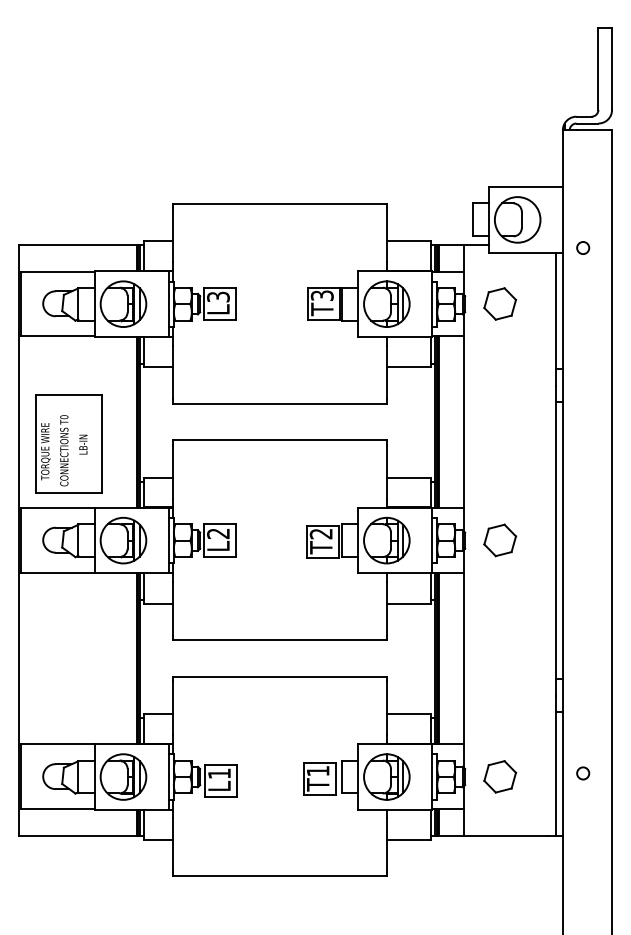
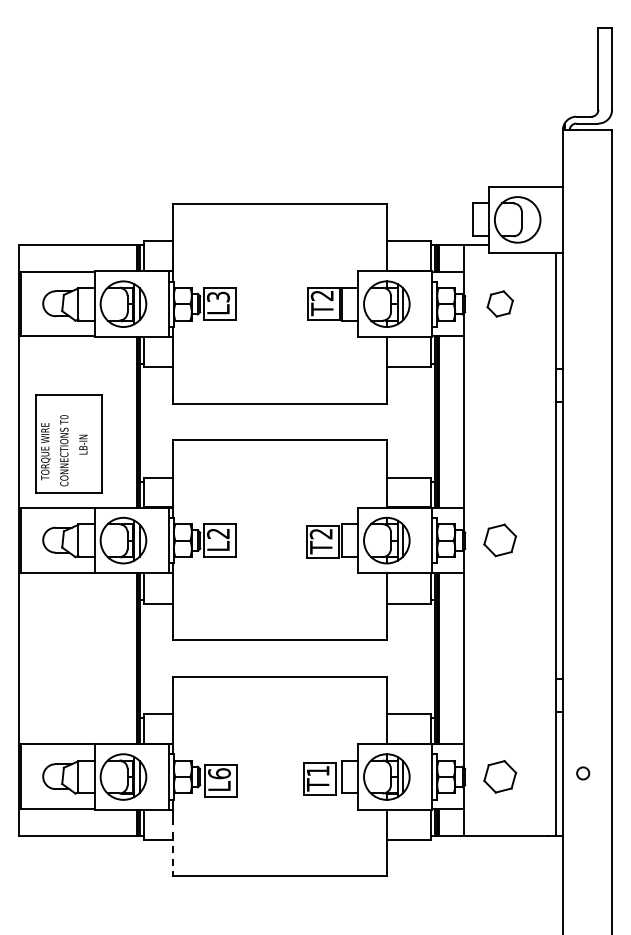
circle at (583, 247): present -> none
text at (322, 295): T3 -> T2
part at (500, 303) size: 35x34 px -> 28x28 px
text at (219, 773): L1 -> L6
line at (172, 845): solid -> dashed
